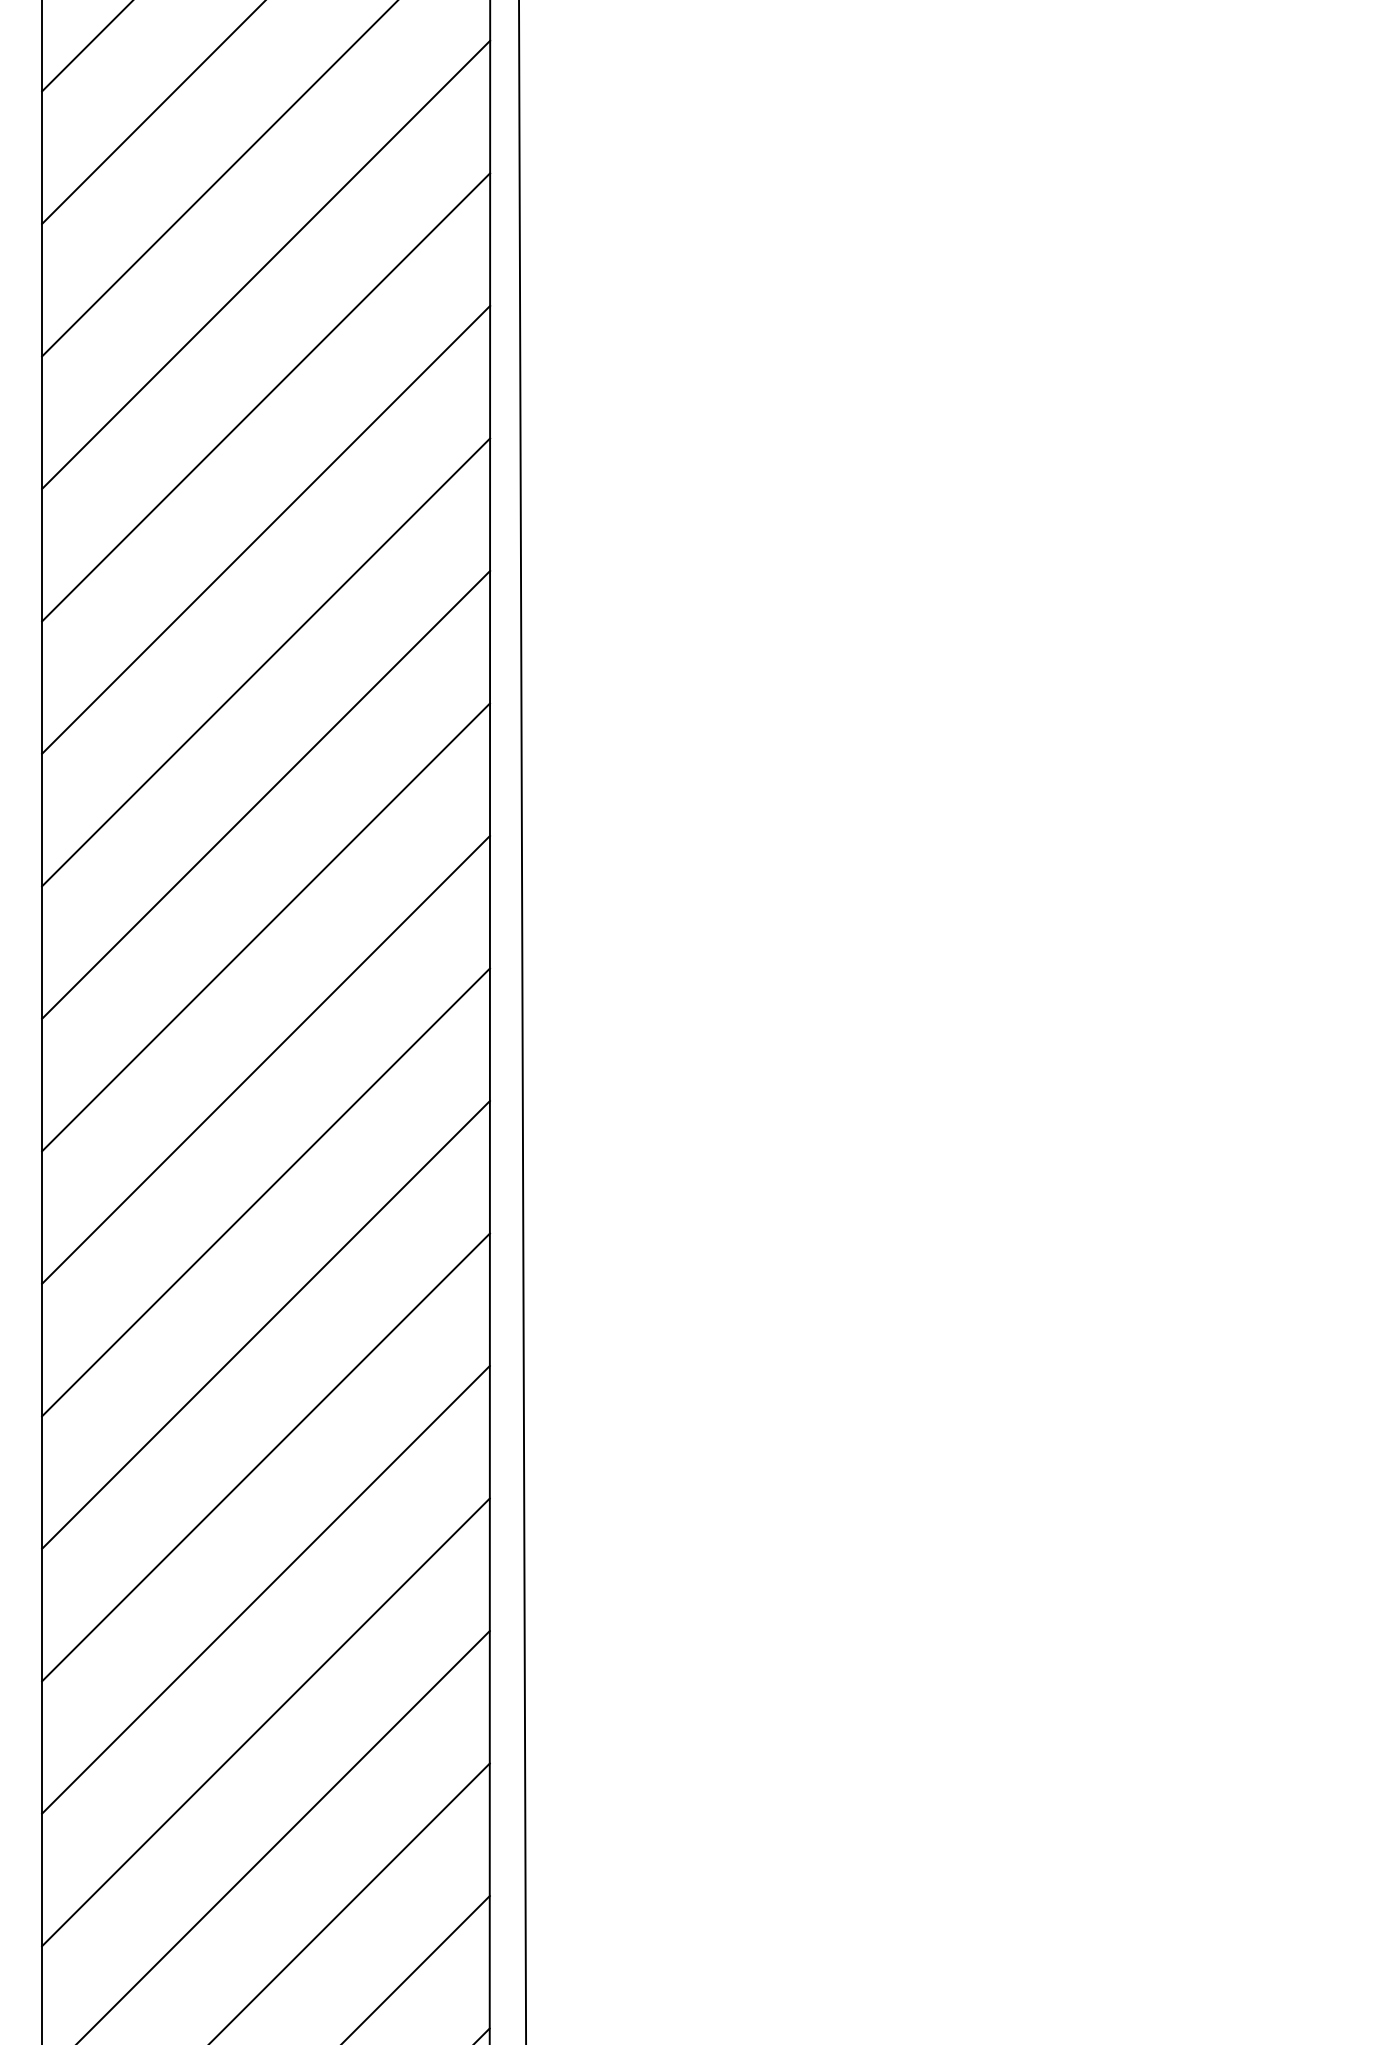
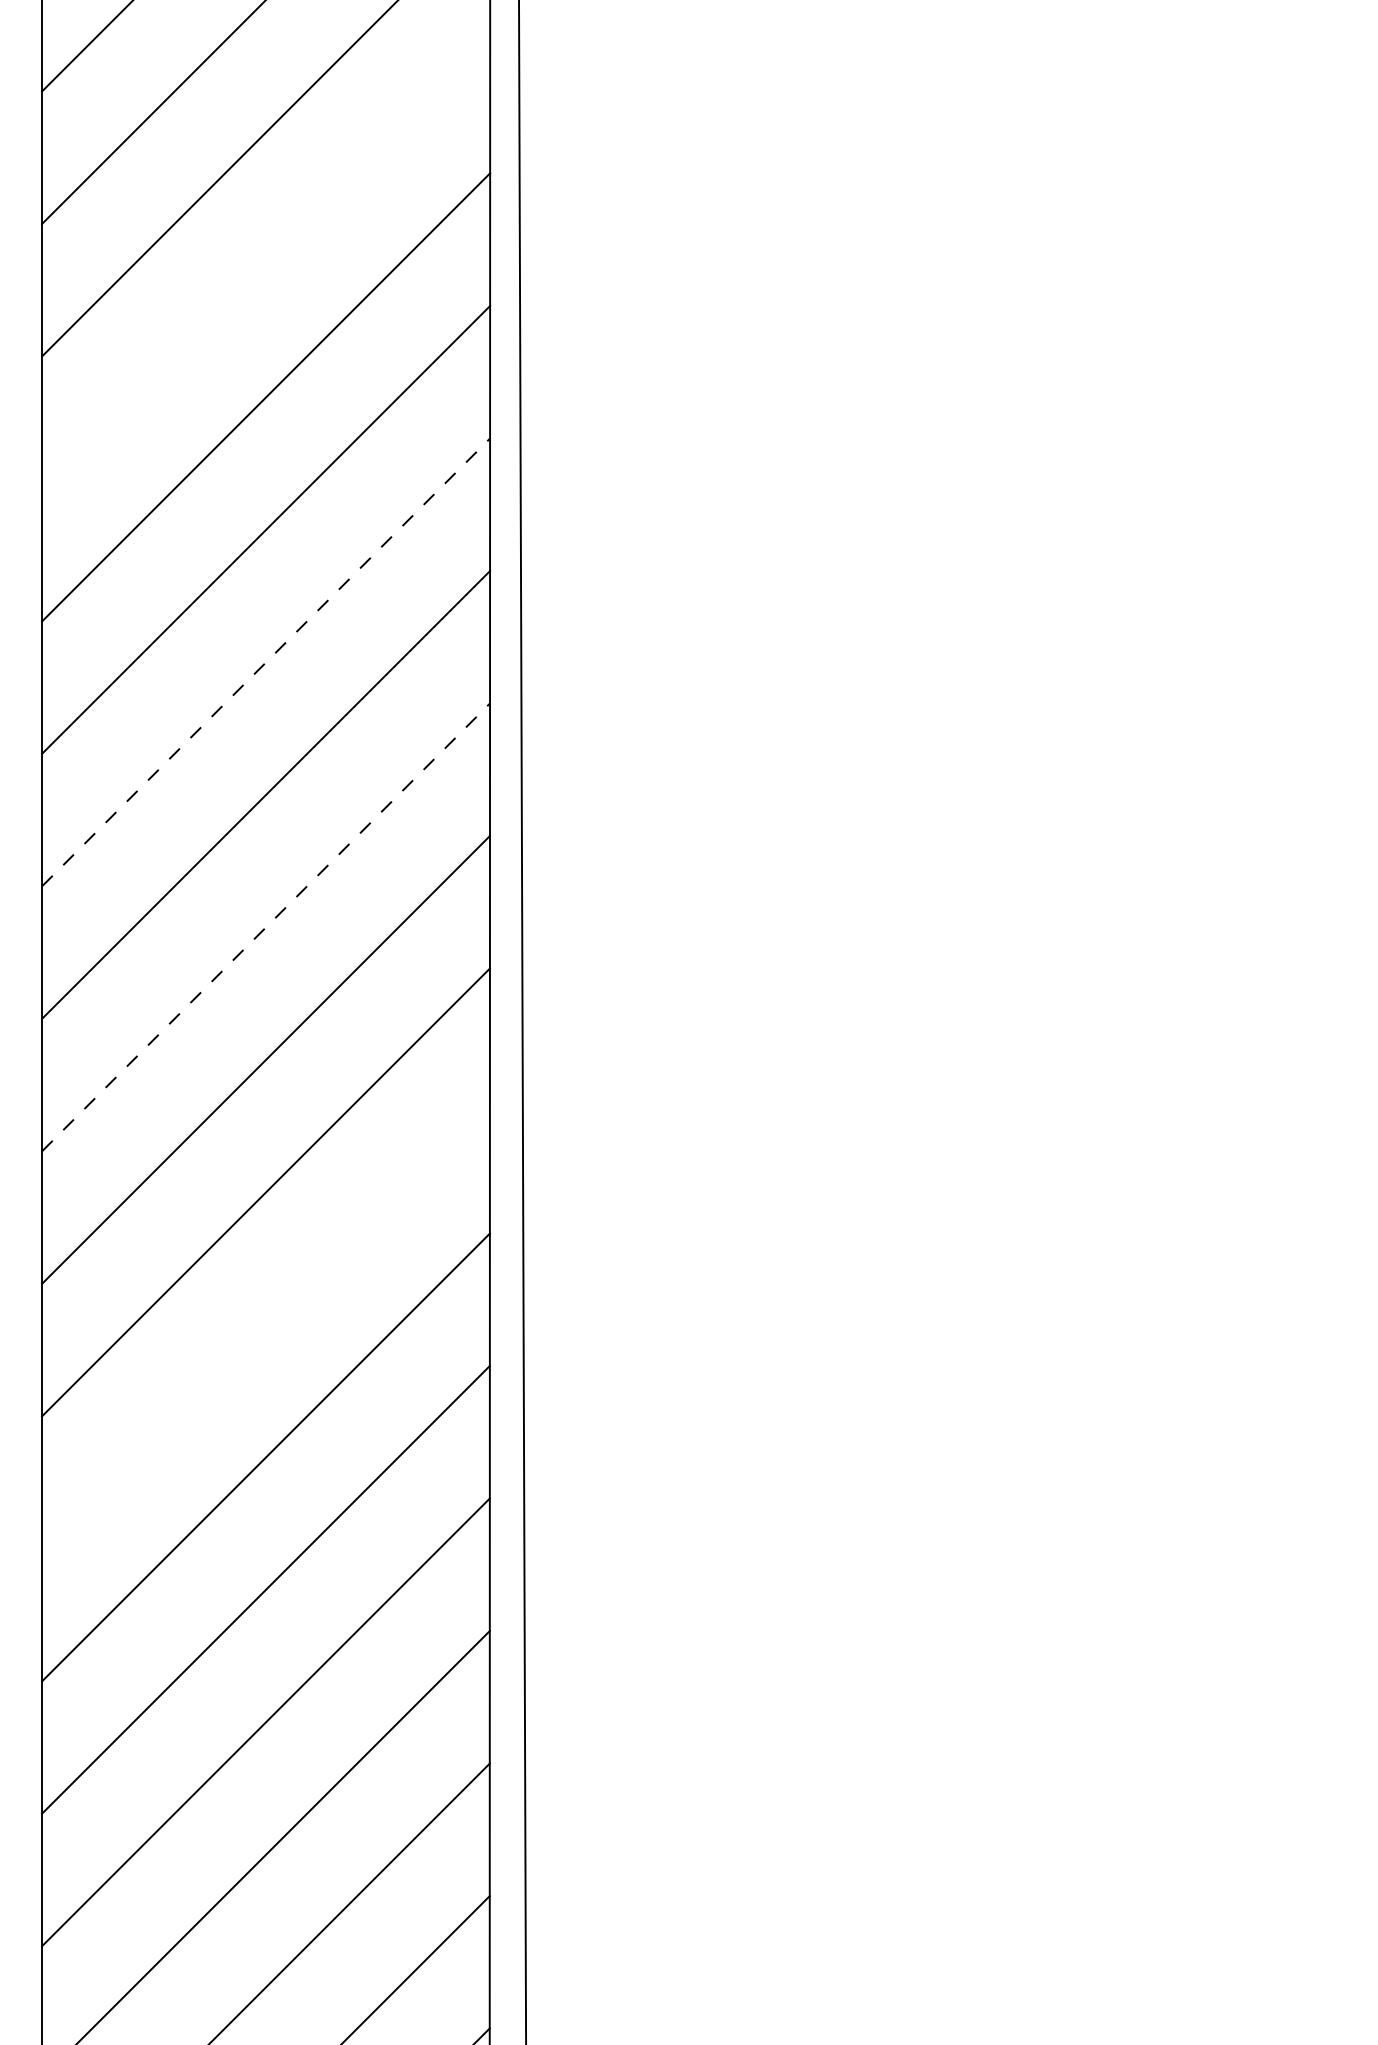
line at (266, 264): present -> none
line at (266, 662): solid -> dashed
line at (266, 927): solid -> dashed
line at (265, 1324): present -> none
